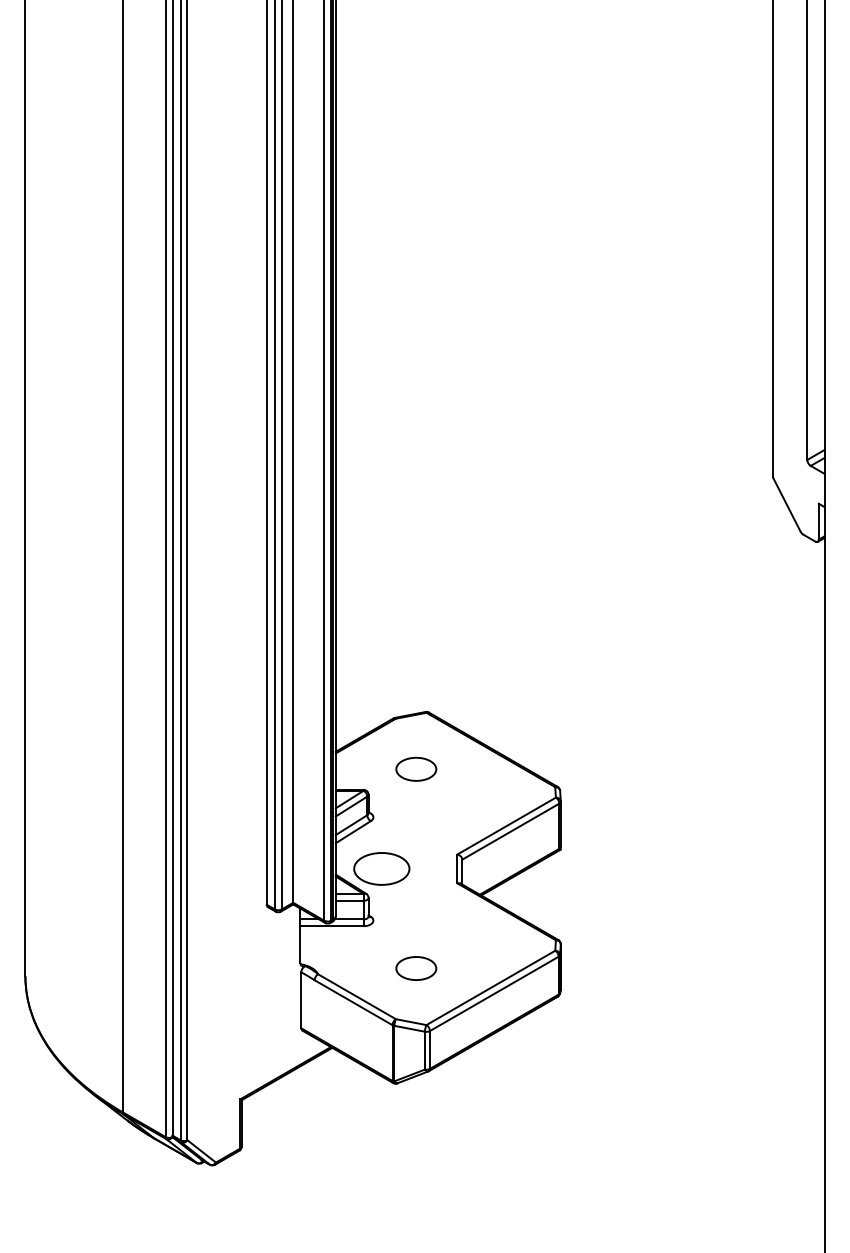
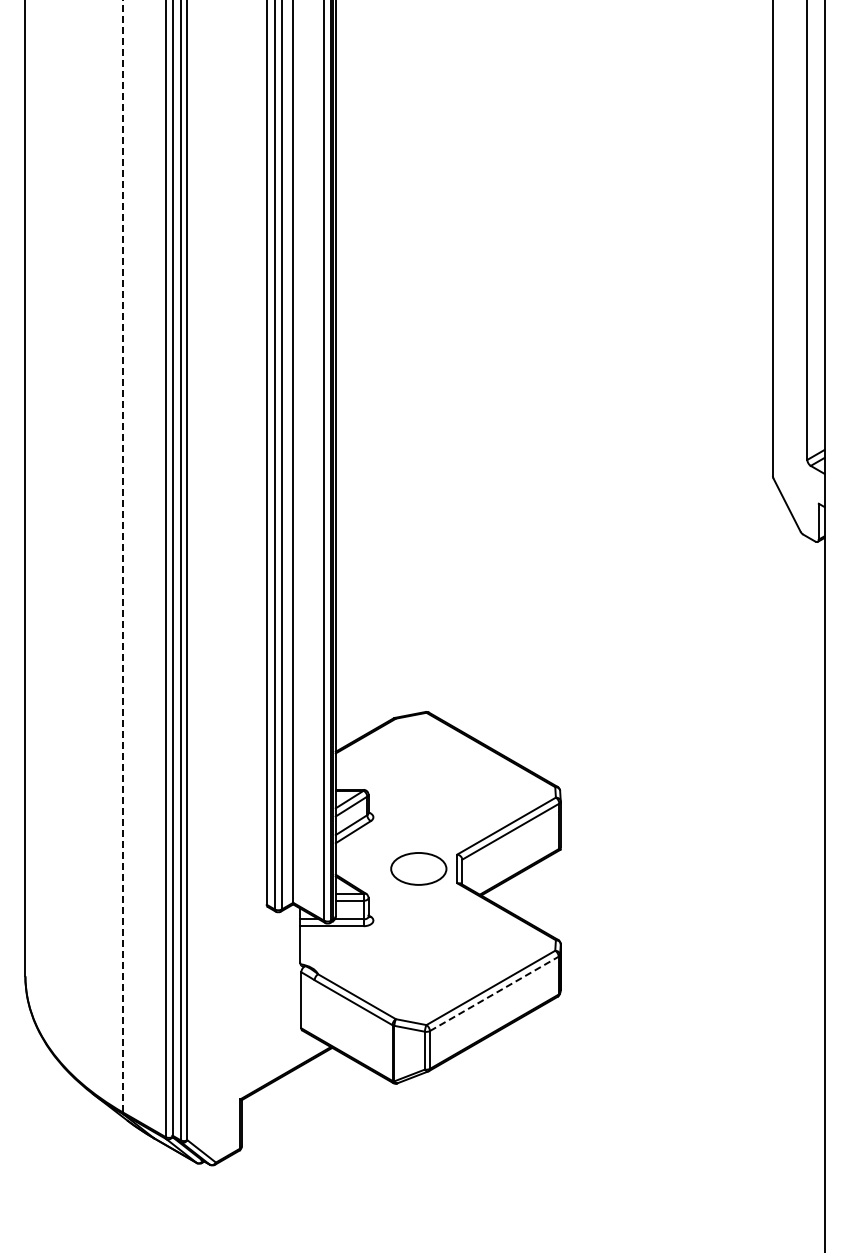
line at (123, 556): solid -> dashed
part at (416, 768): present -> none
part at (381, 868) position: (381, 868) -> (418, 868)
part at (416, 968): present -> none
line at (494, 993): solid -> dashed
